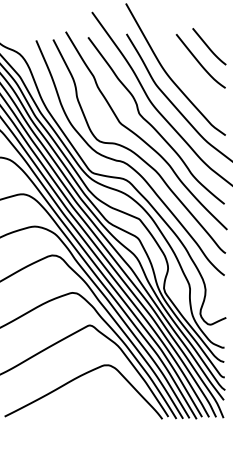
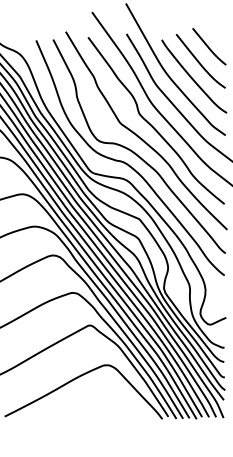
curve at (192, 77): none -> present
